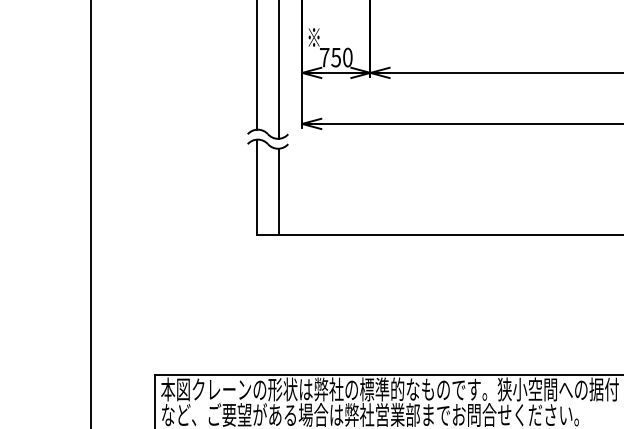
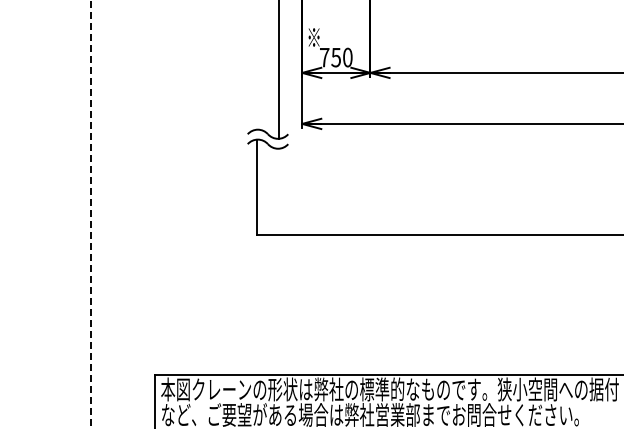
line at (256, 65): present -> none
line at (279, 191): present -> none
line at (91, 215): solid -> dashed
